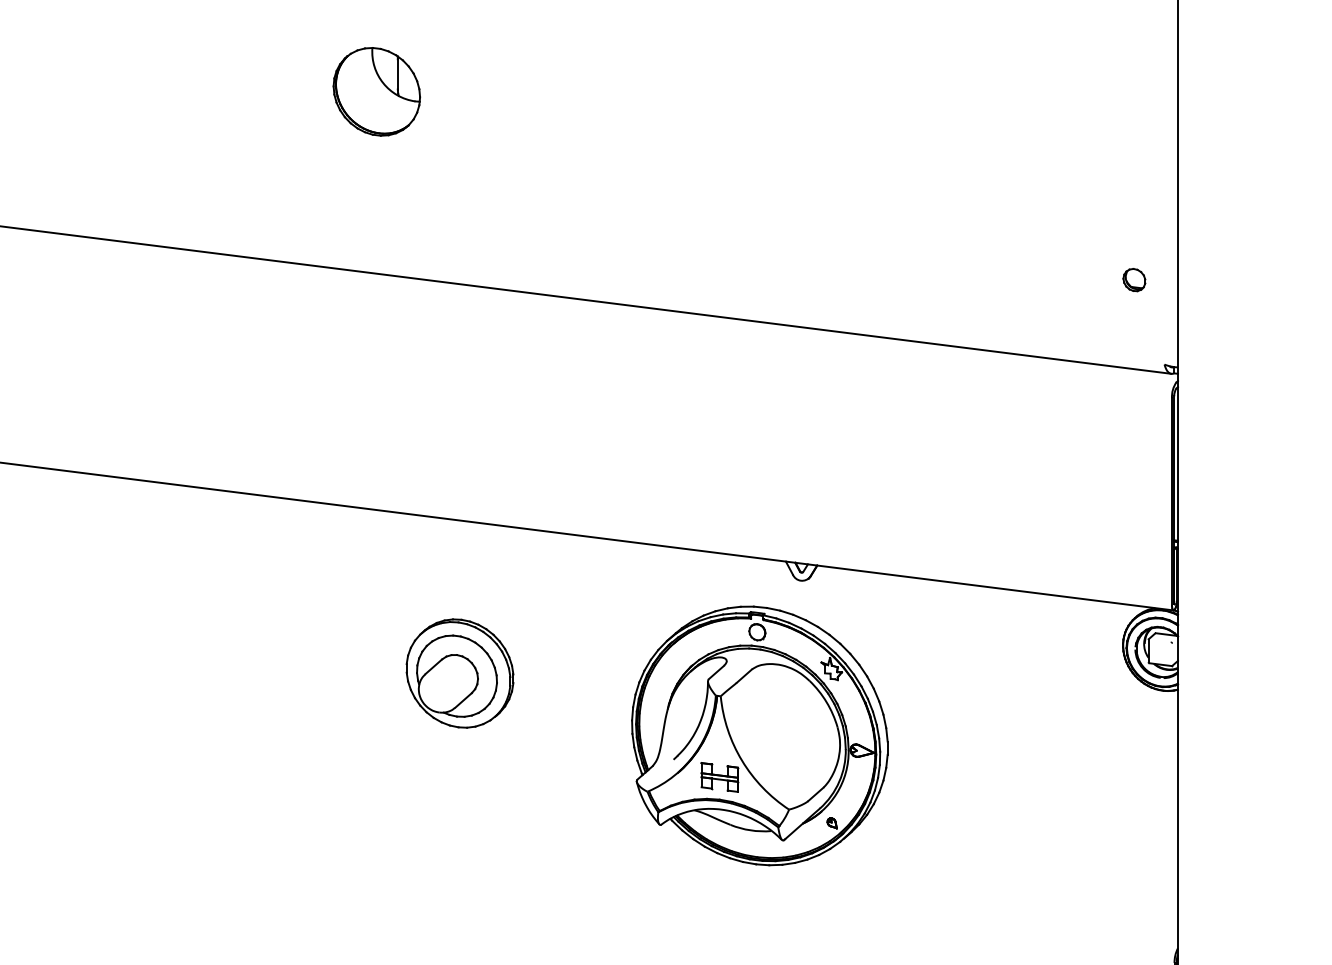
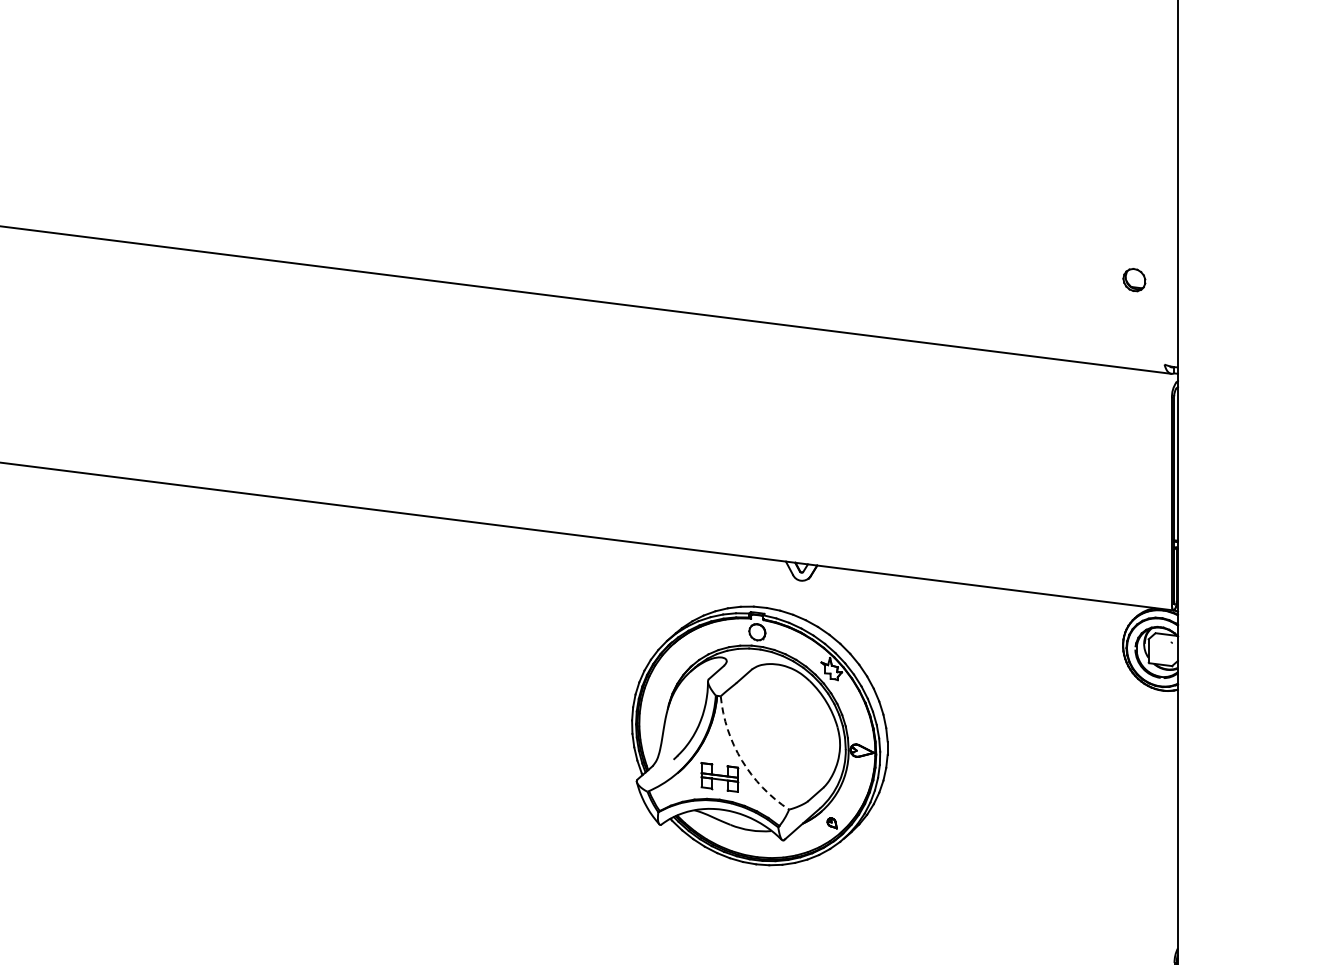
part at (376, 91): present -> none
part at (459, 673): present -> none
arc at (742, 760): solid -> dashed
